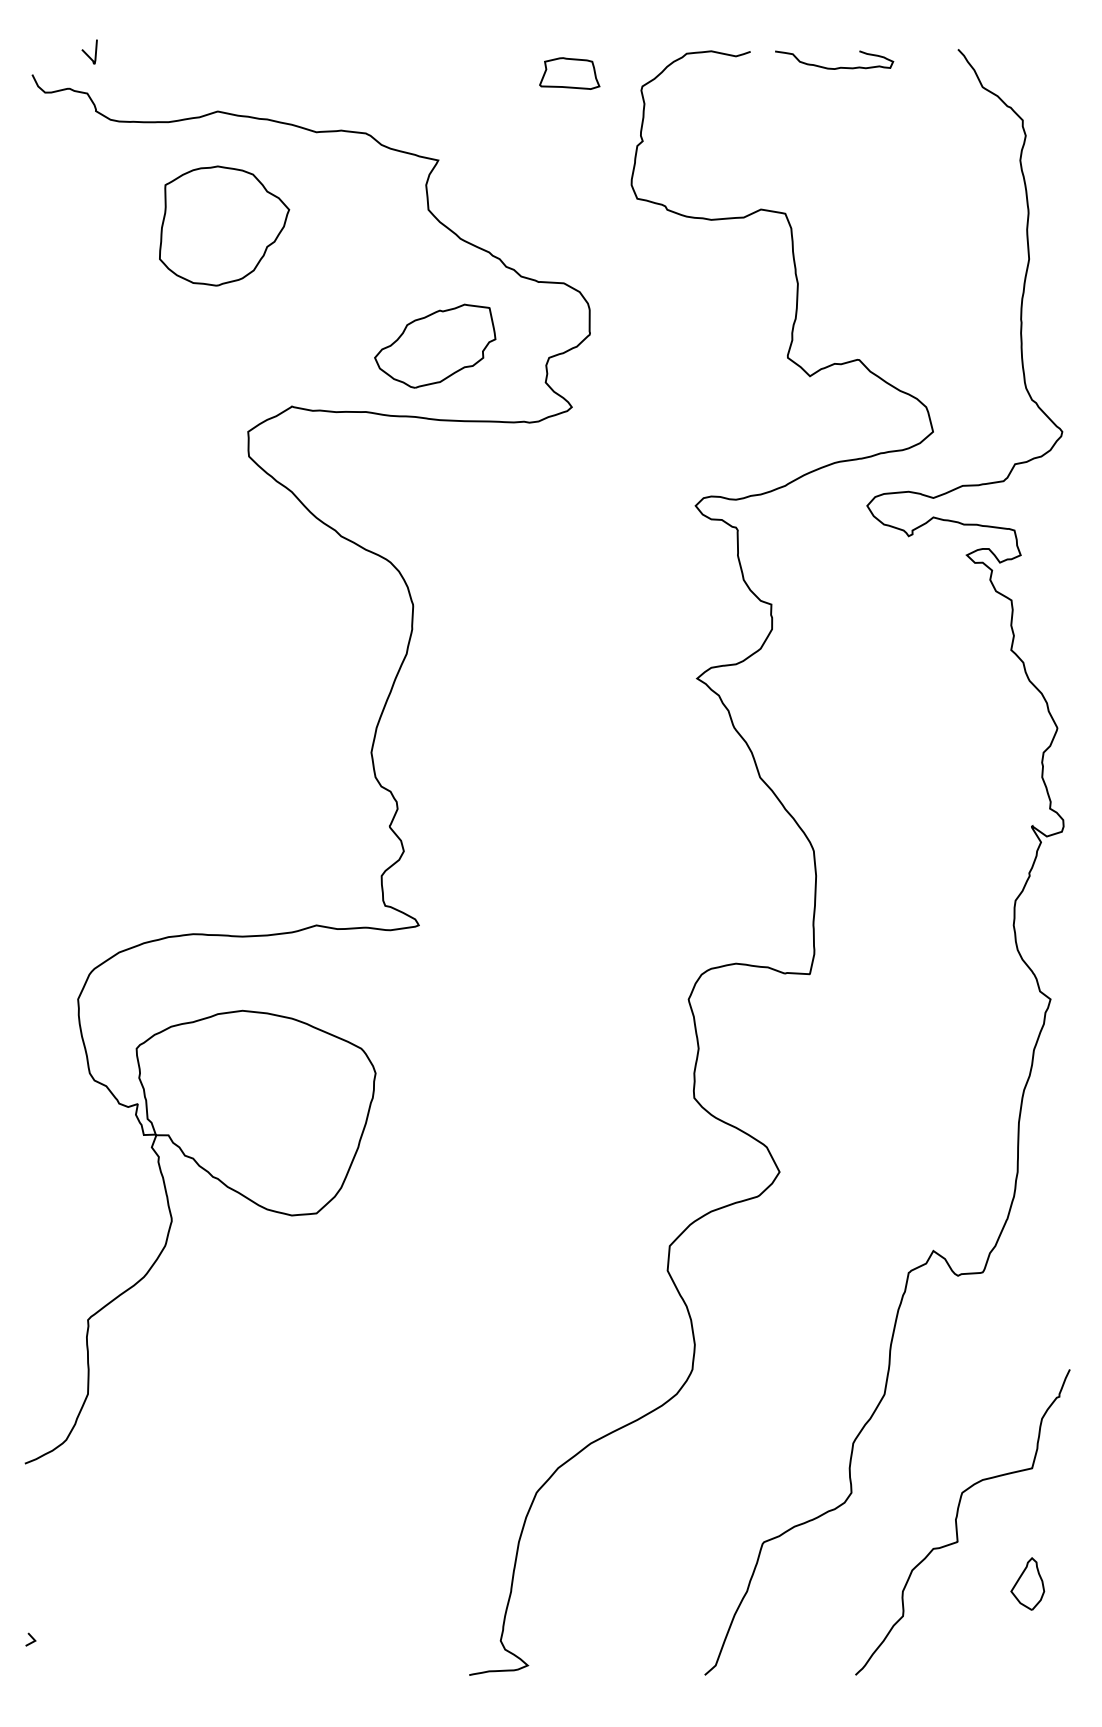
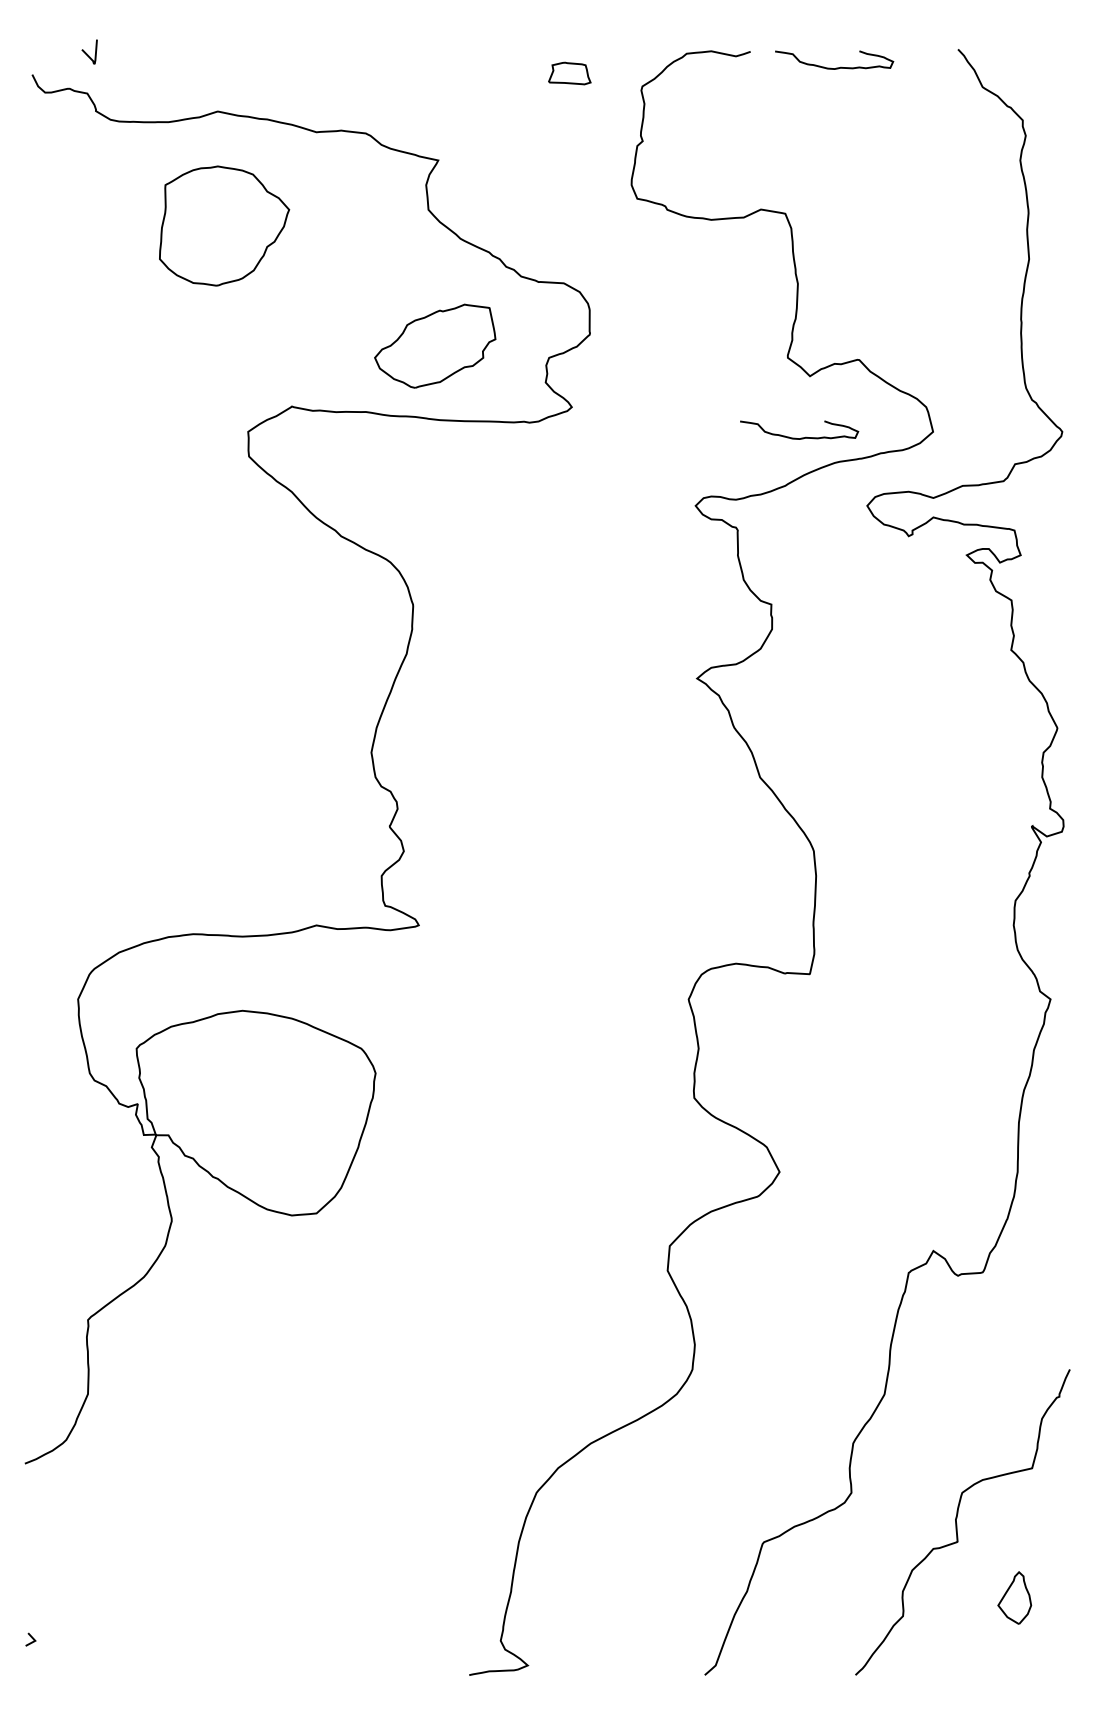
part at (569, 73) size: 62x33 px -> 44x25 px
curve at (801, 437): none -> present
part at (1027, 1583) position: (1027, 1583) -> (1014, 1597)
